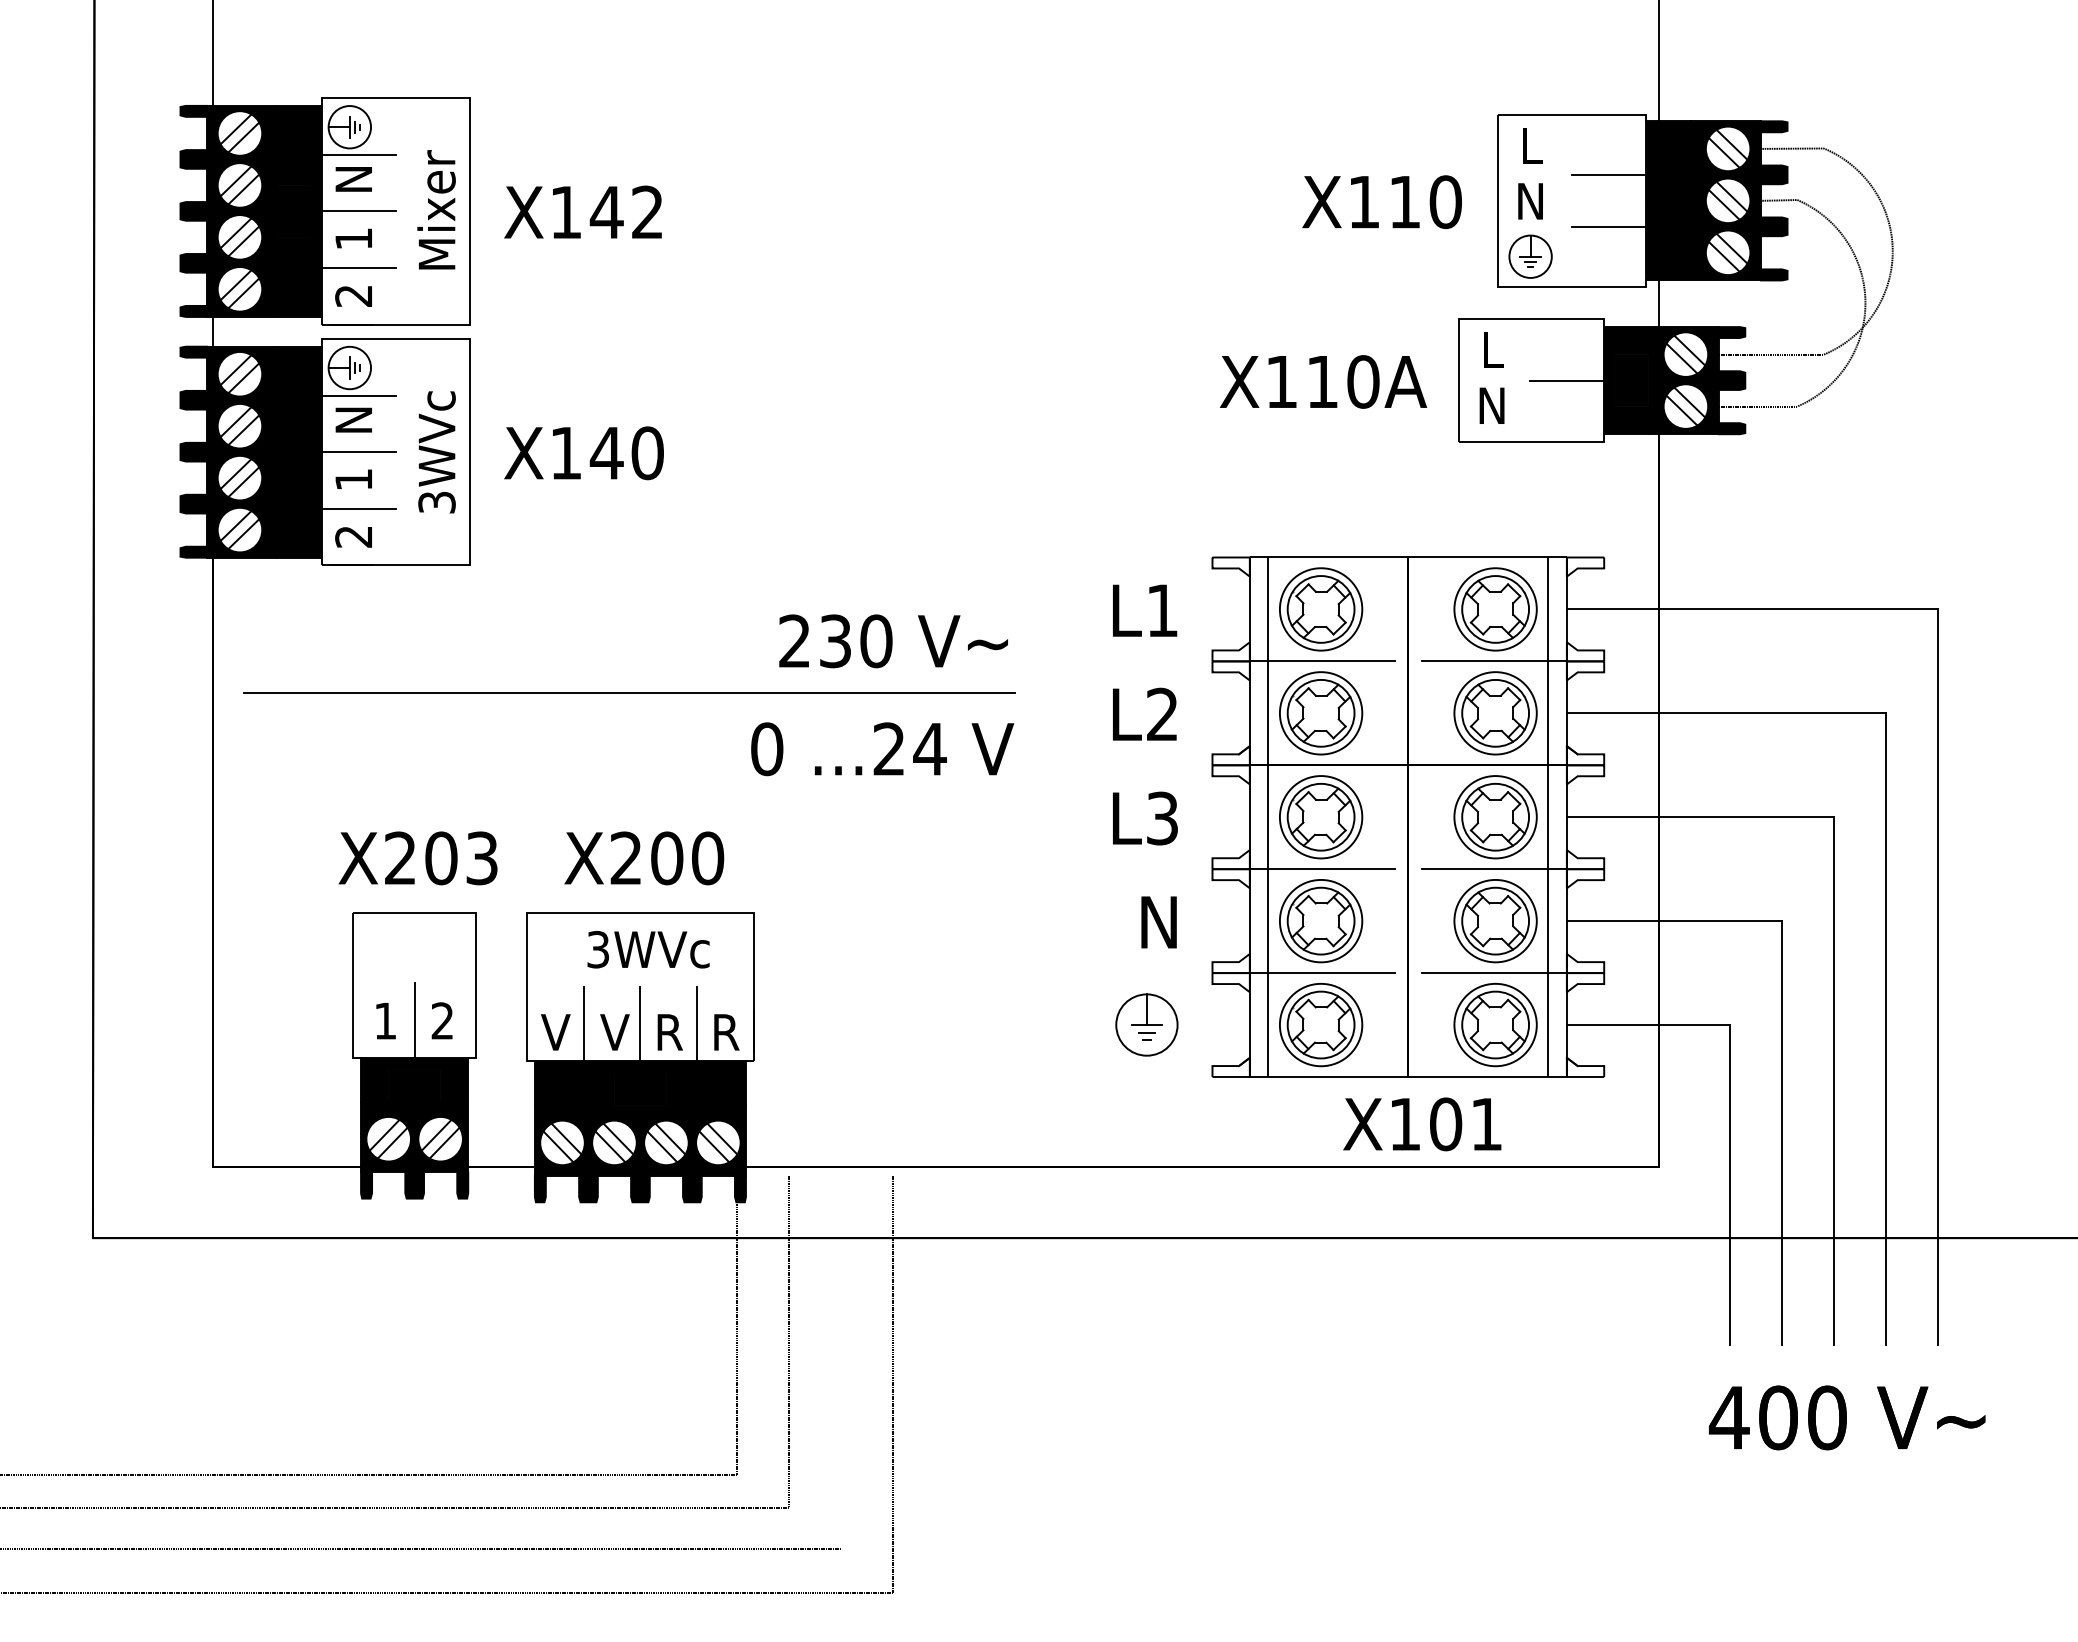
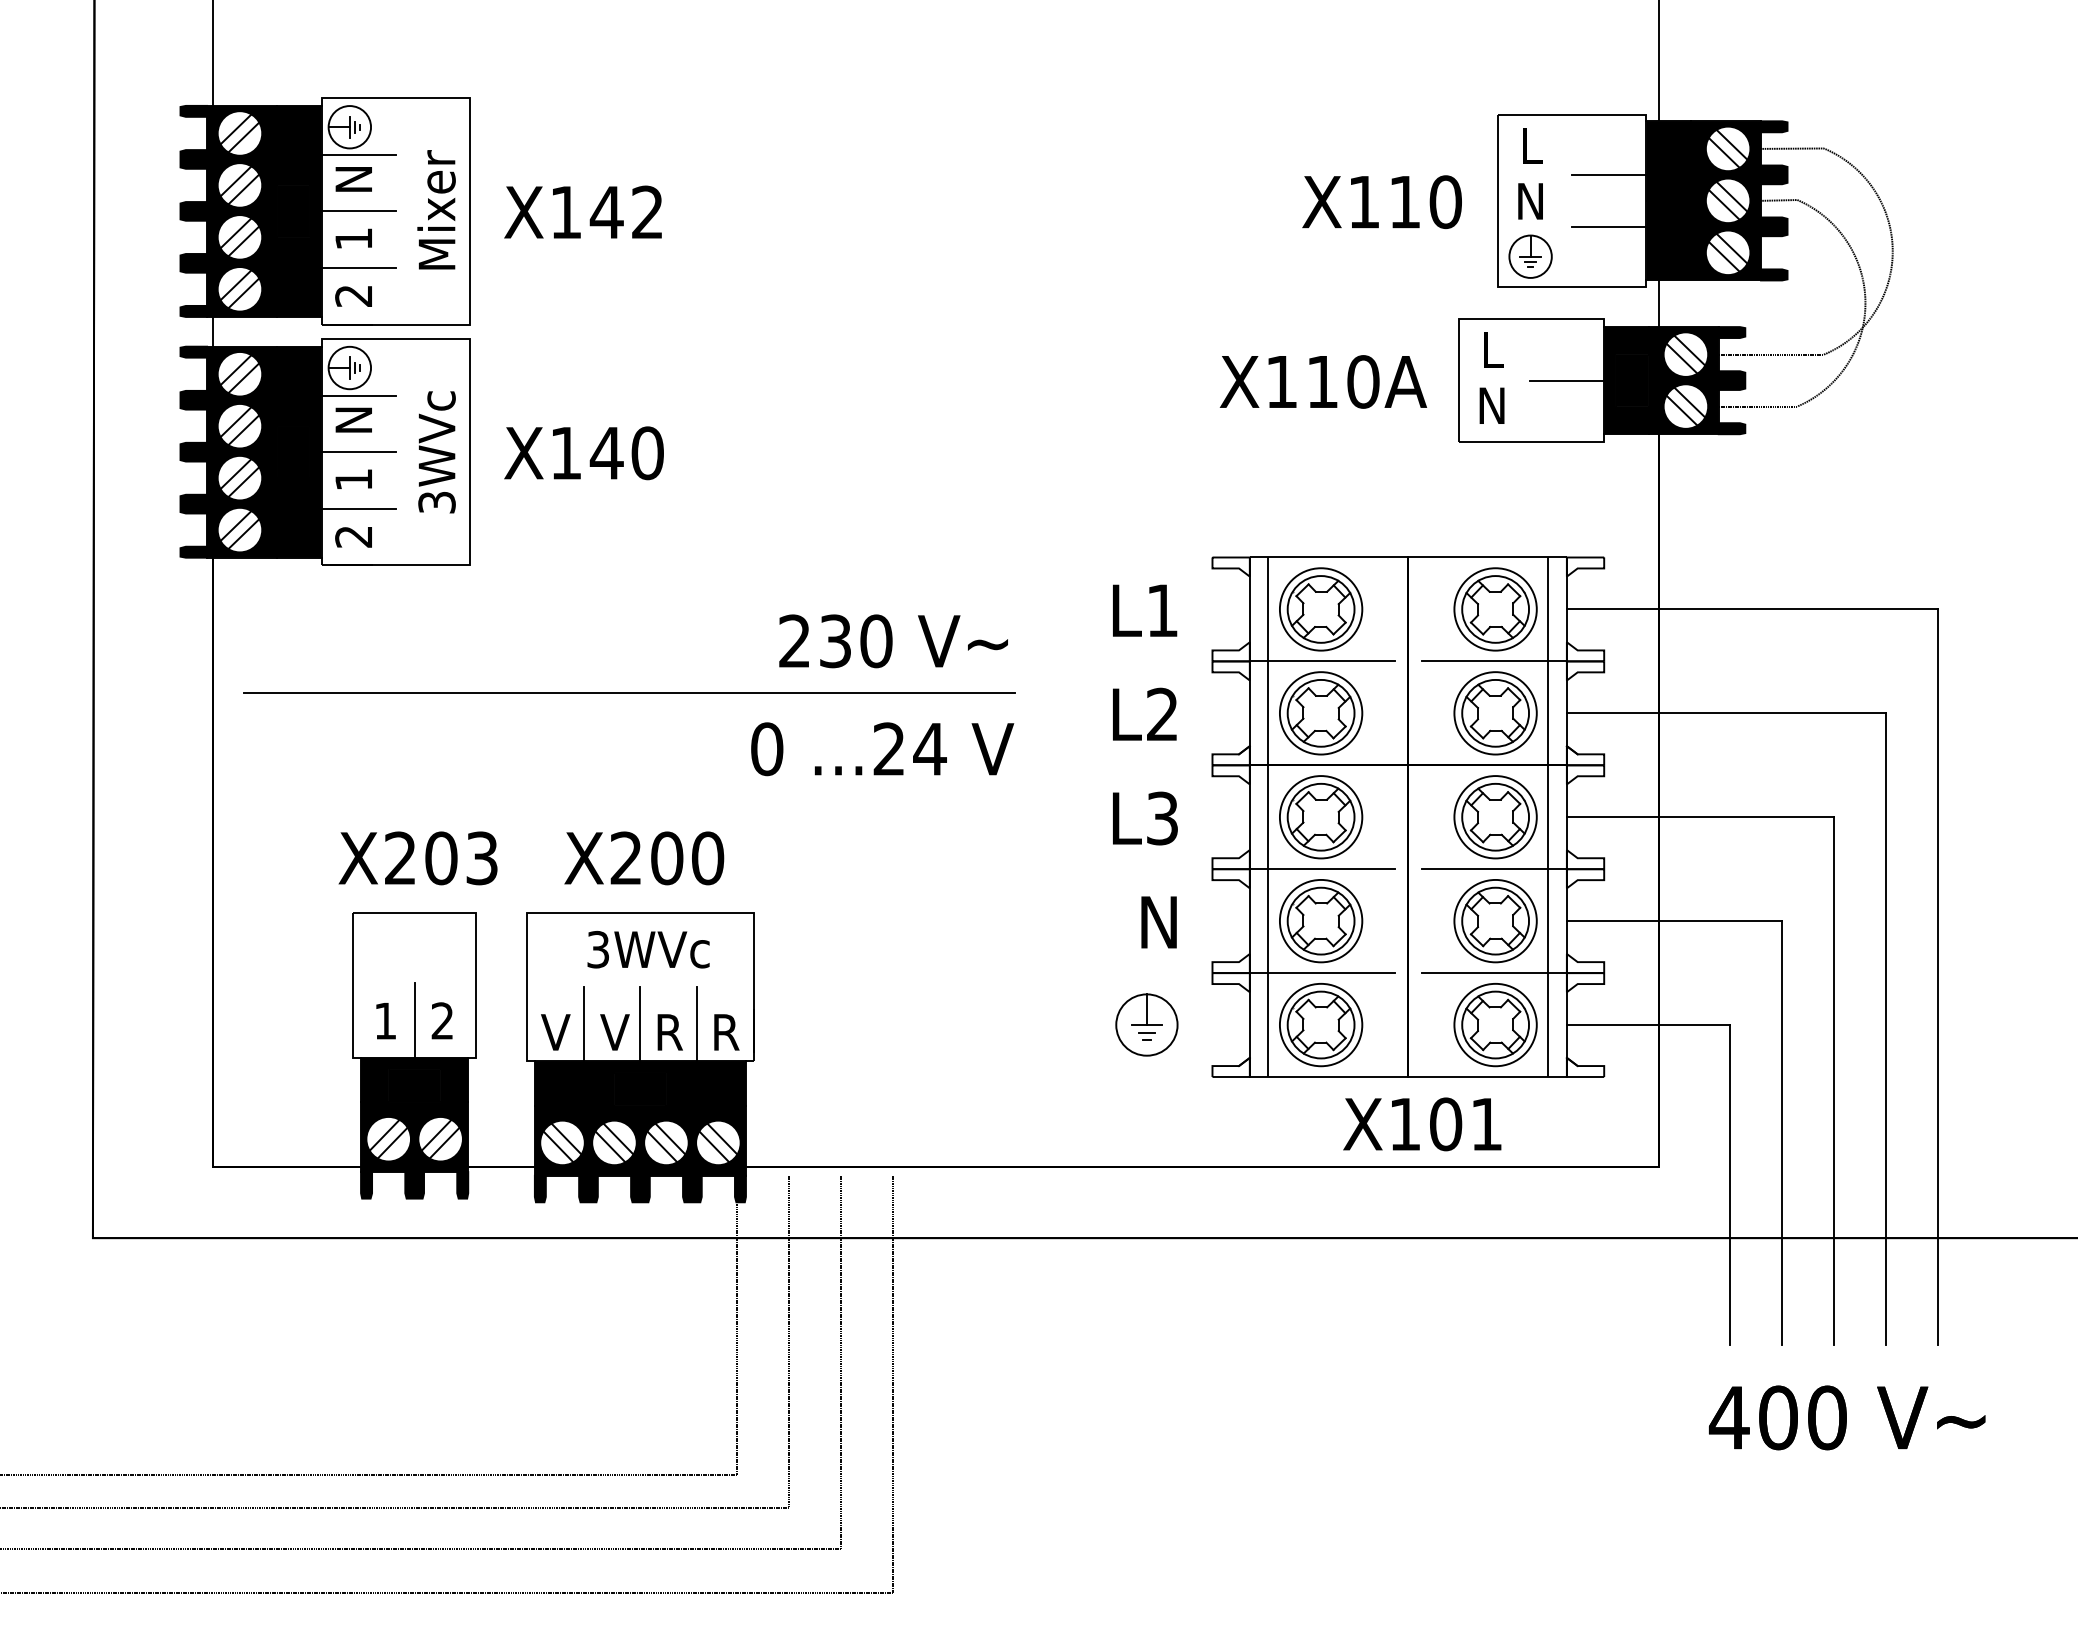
line at (841, 1362): none -> present
